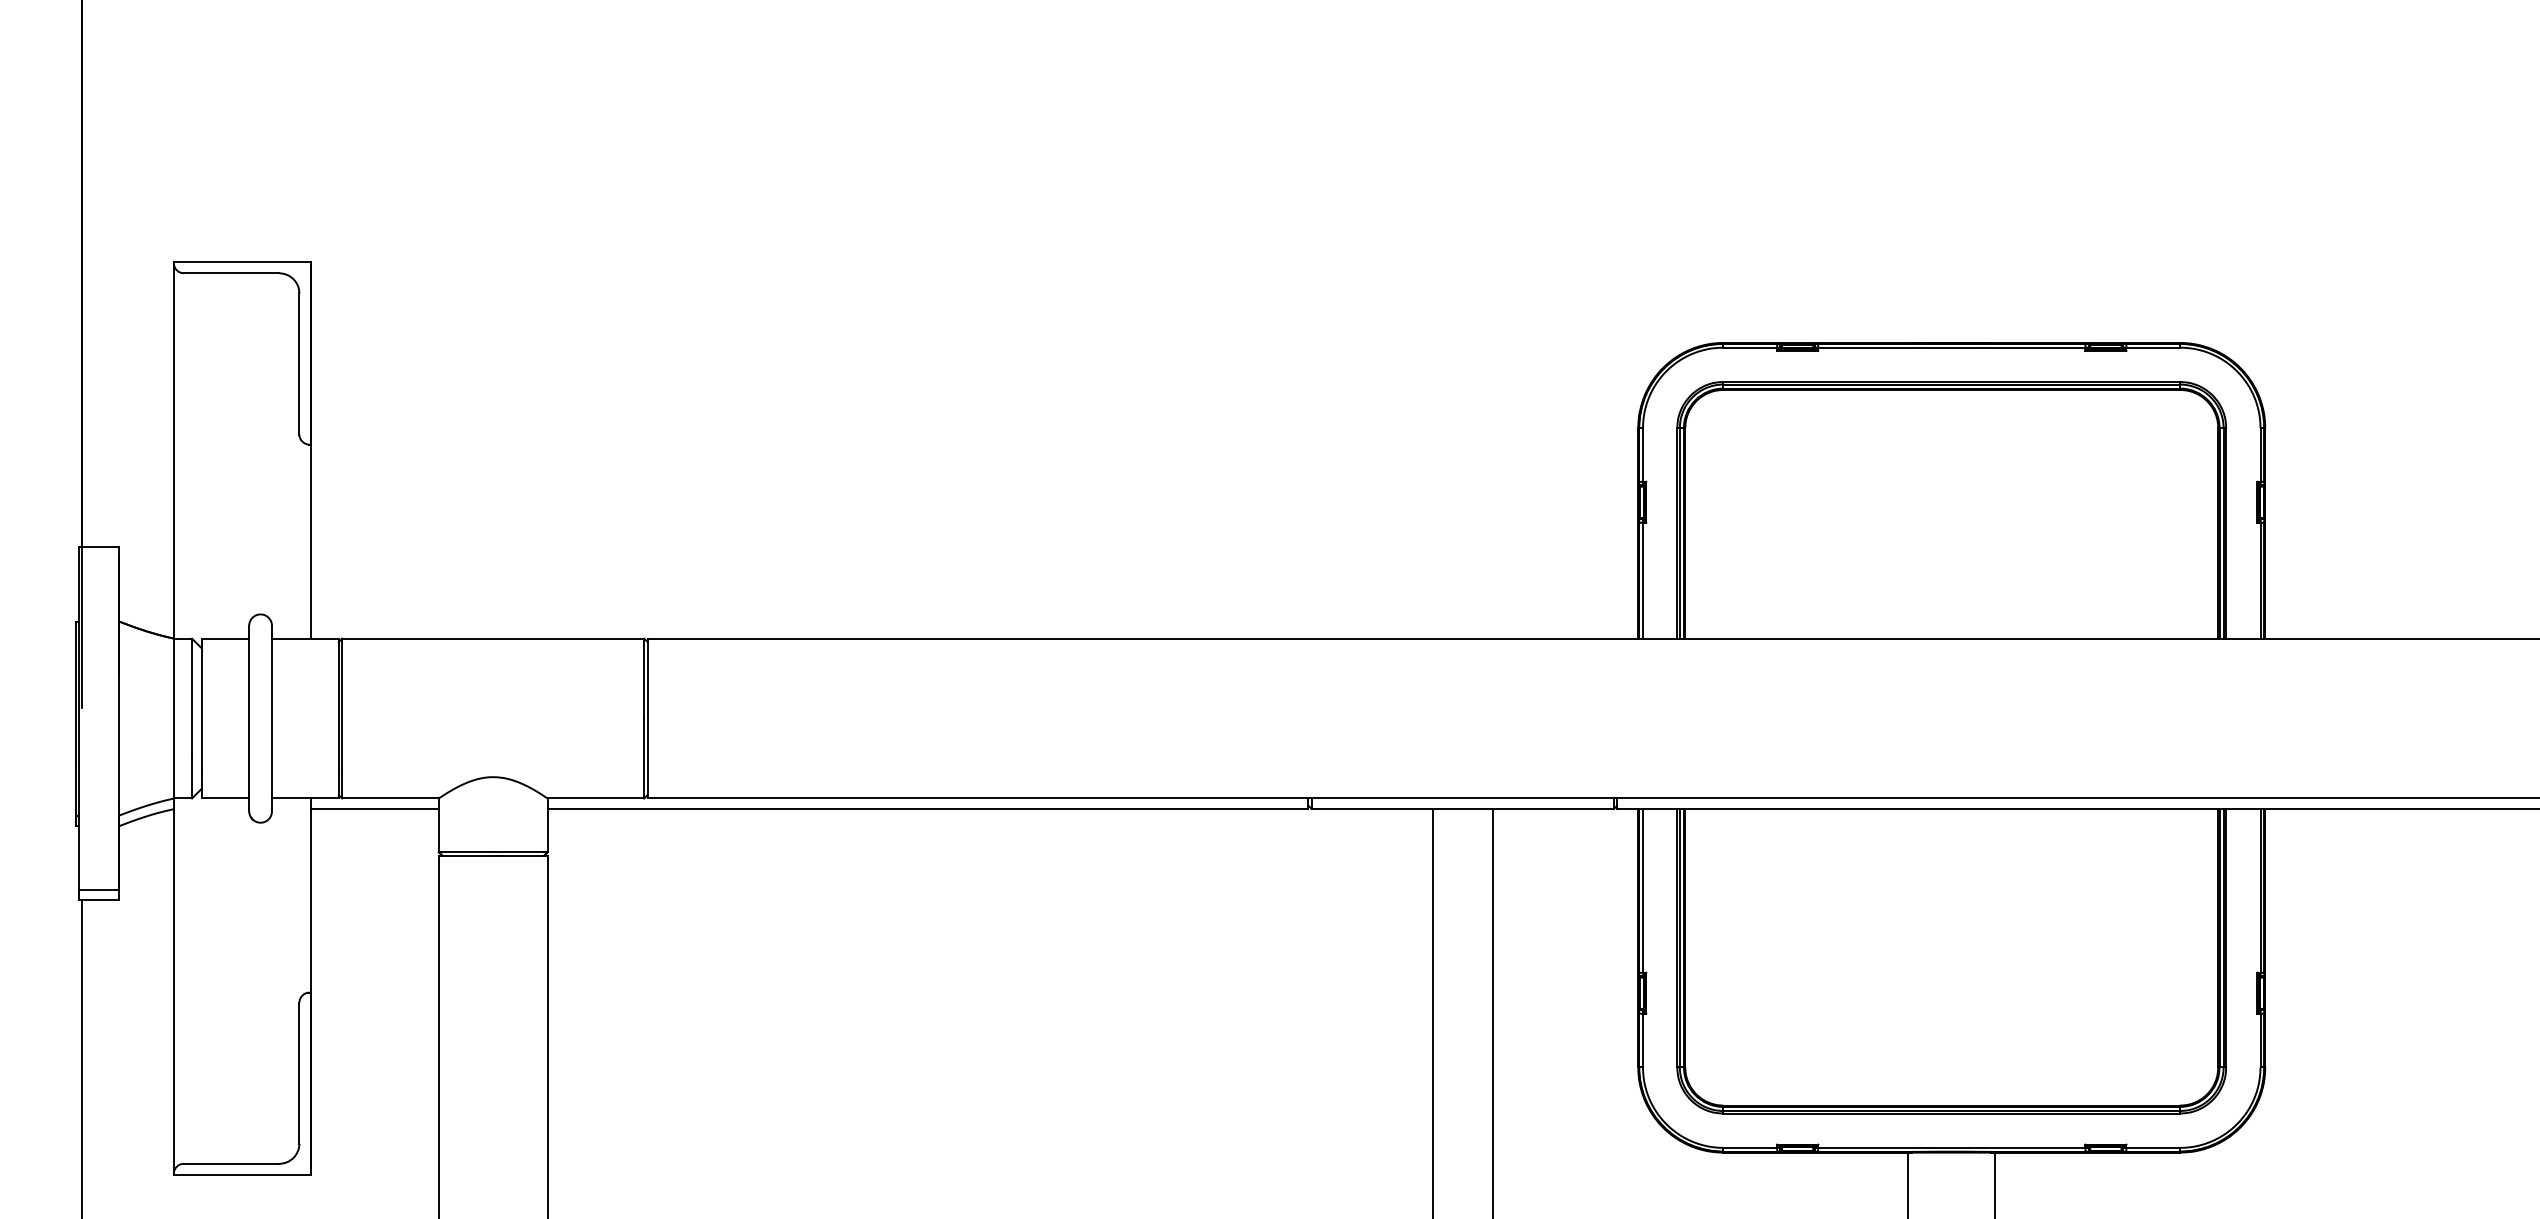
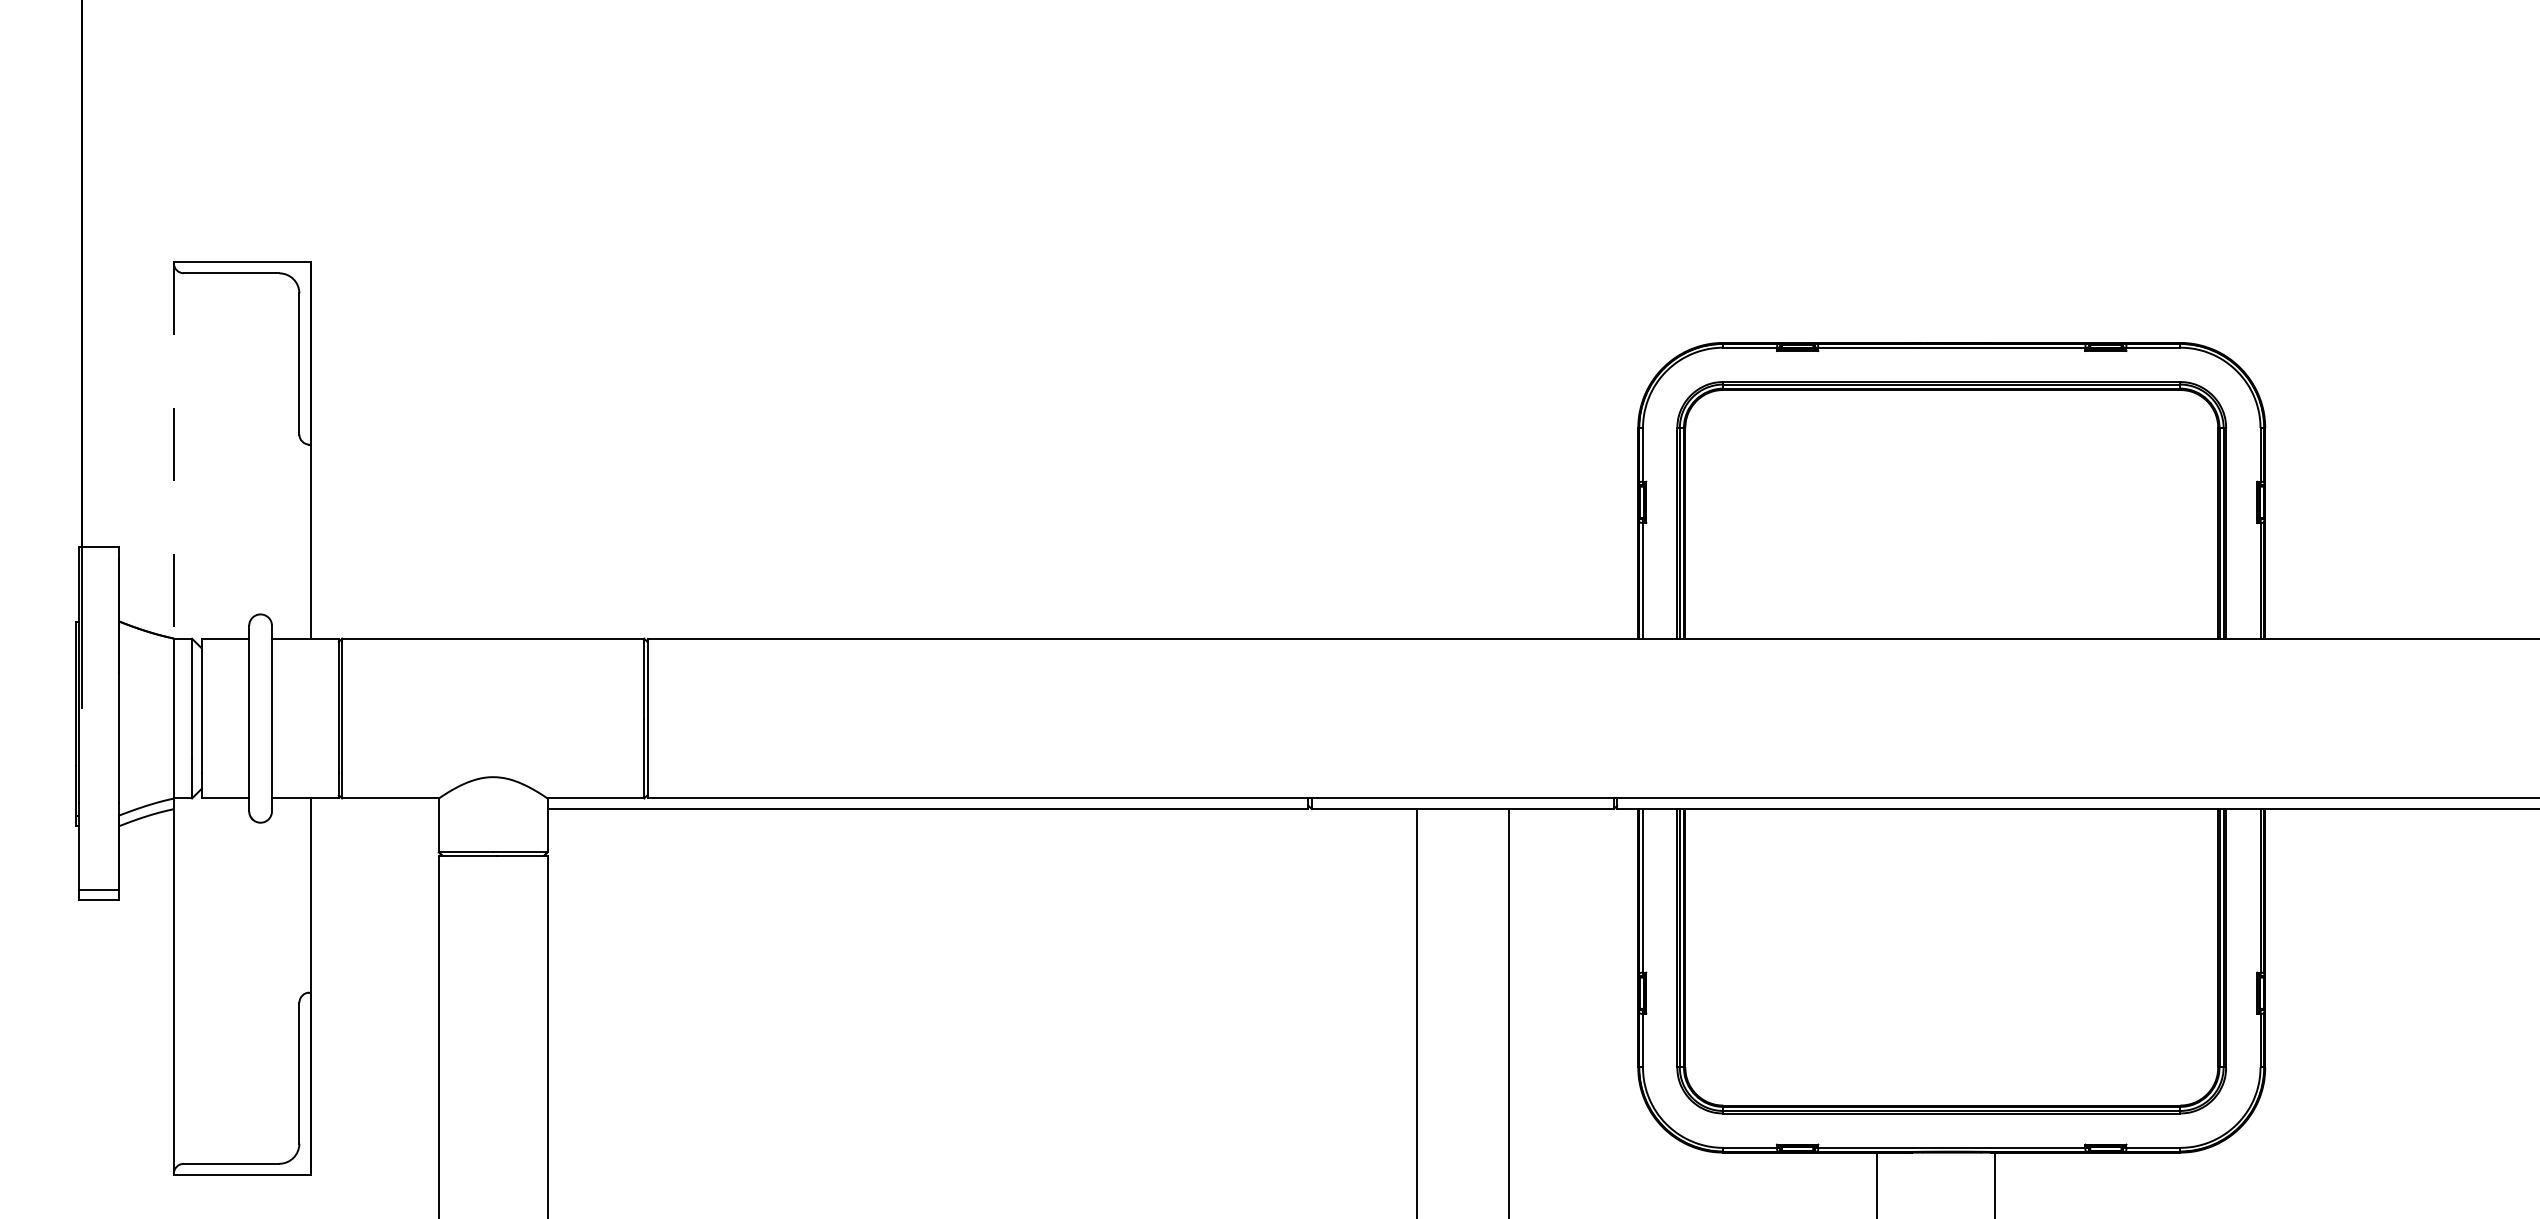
line at (173, 450): solid -> dashed
line at (374, 809): present -> none
line at (1432, 1012) position: (1432, 1012) -> (1416, 1012)
line at (1492, 1012) position: (1492, 1012) -> (1508, 1012)
line at (82, 1057): present -> none
line at (1908, 1183) position: (1908, 1183) -> (1877, 1183)
